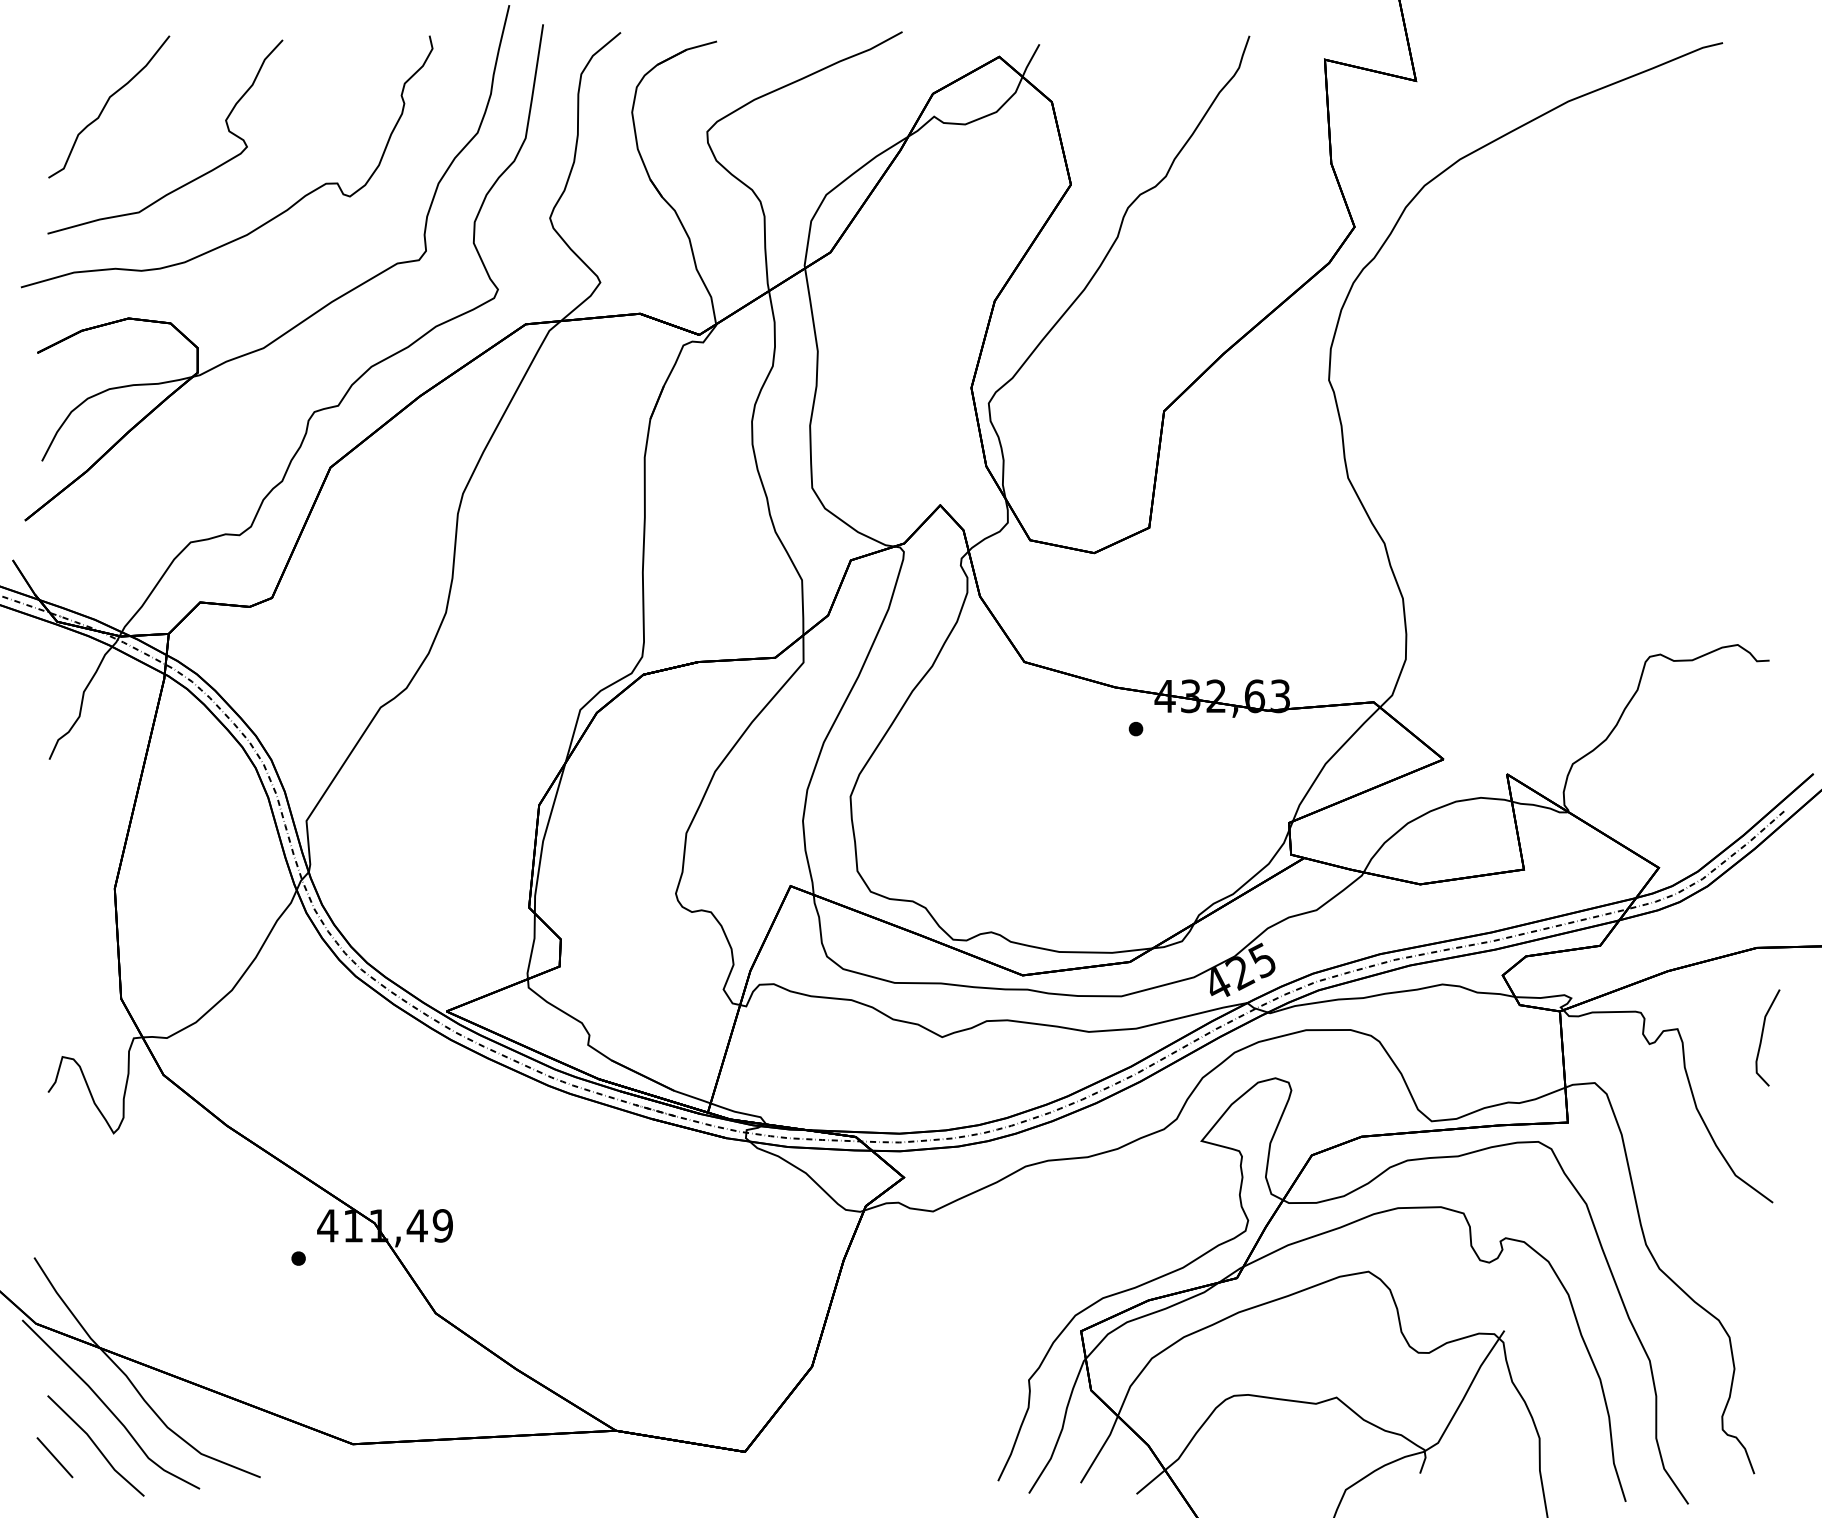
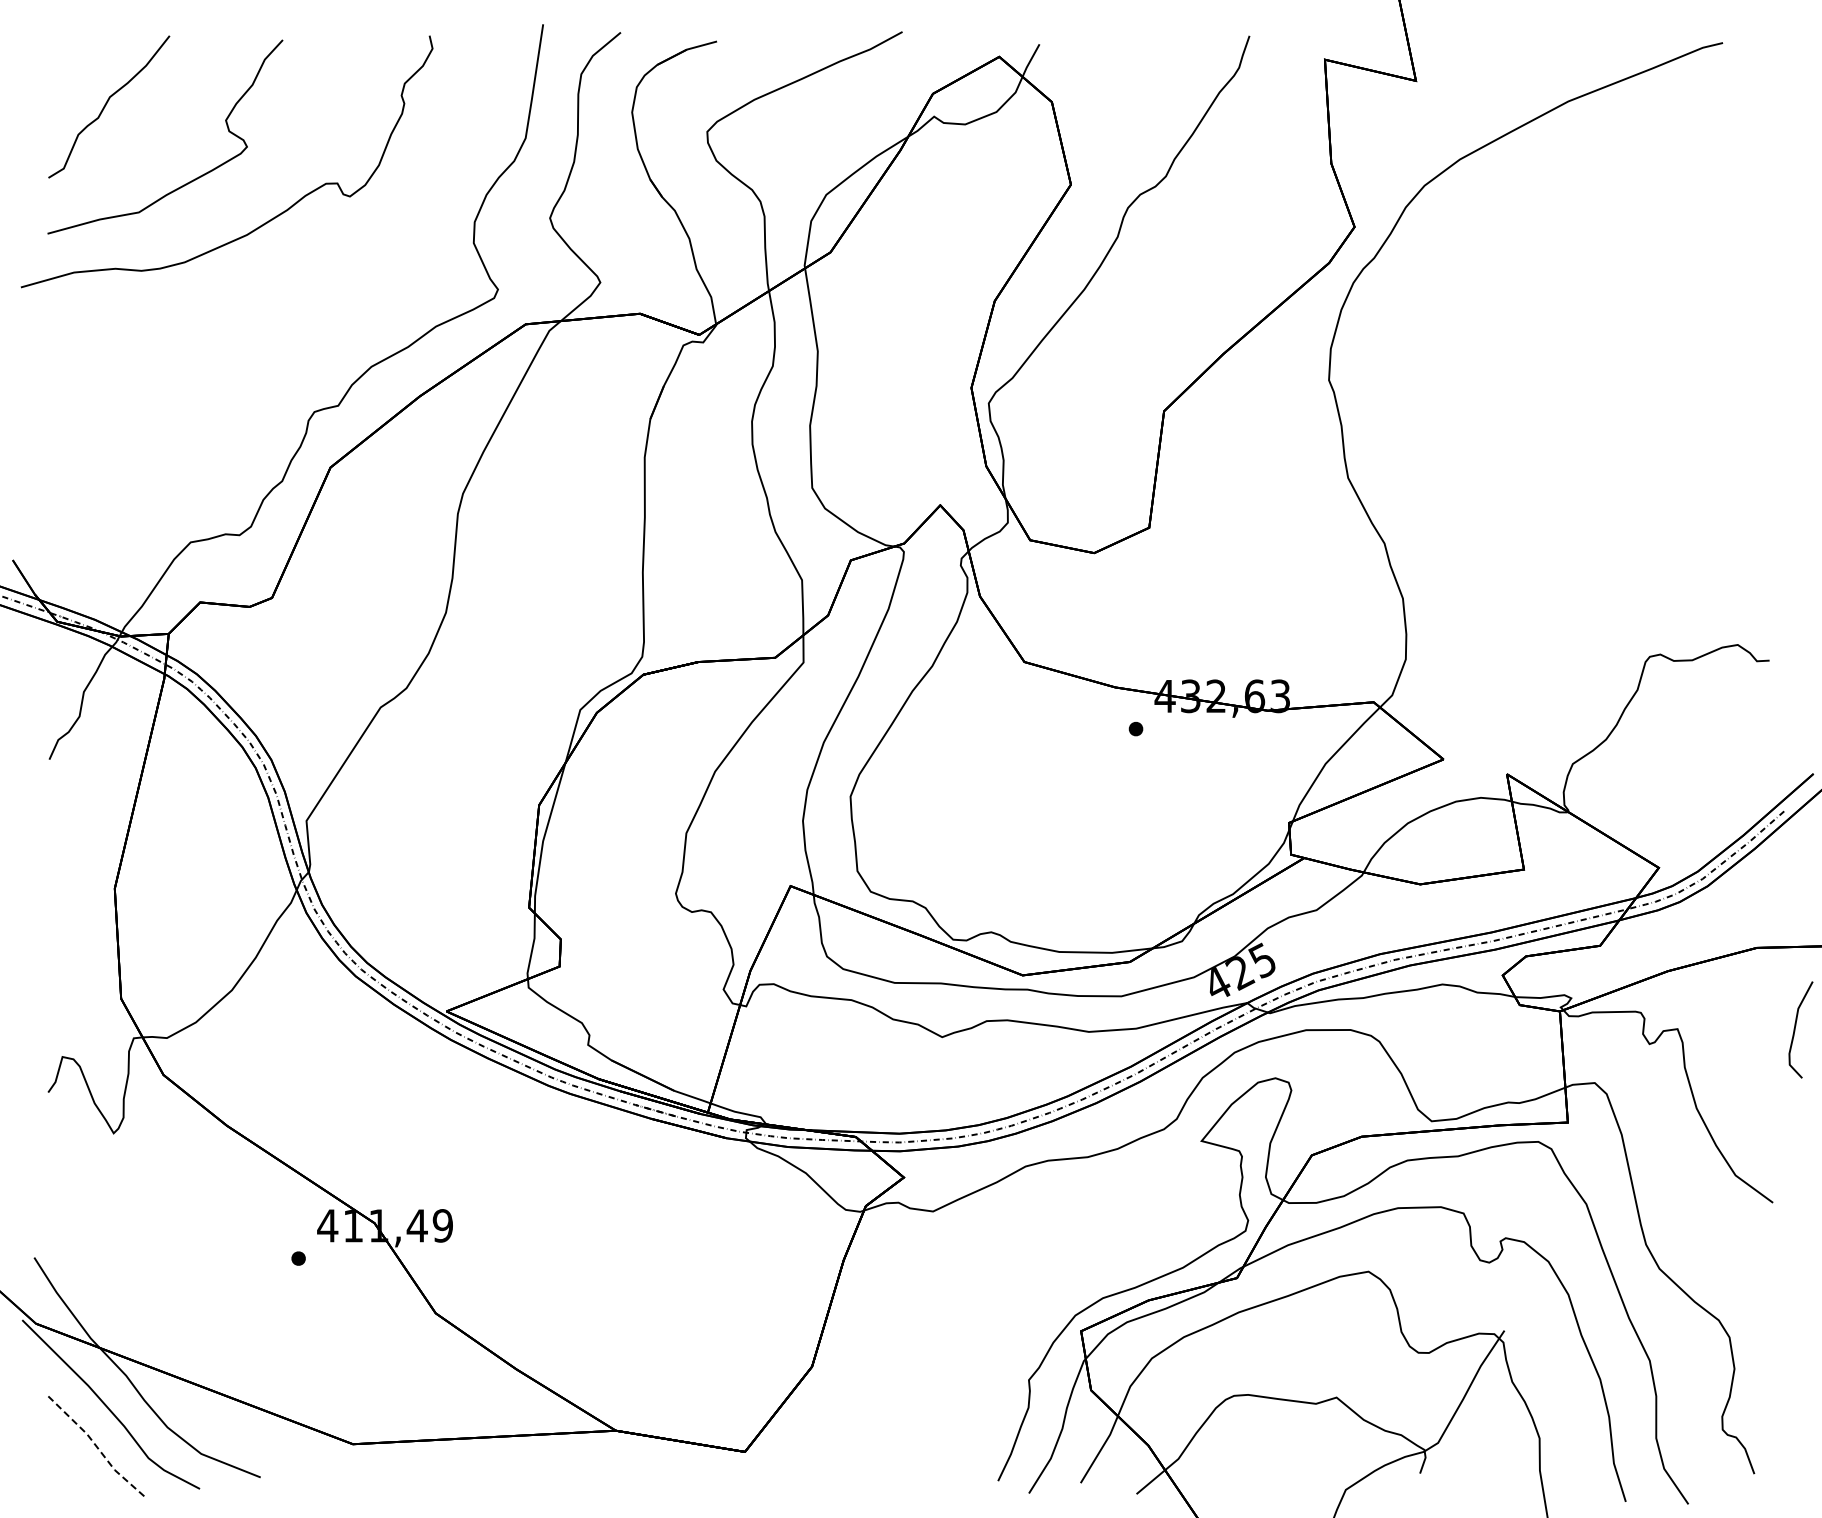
part at (305, 318): present -> none
curve at (1762, 1037) position: (1762, 1037) -> (1795, 1029)
line at (96, 1445): solid -> dashed
line at (54, 1457): present -> none
